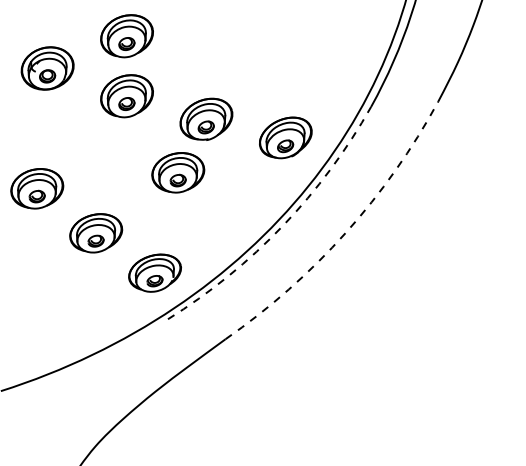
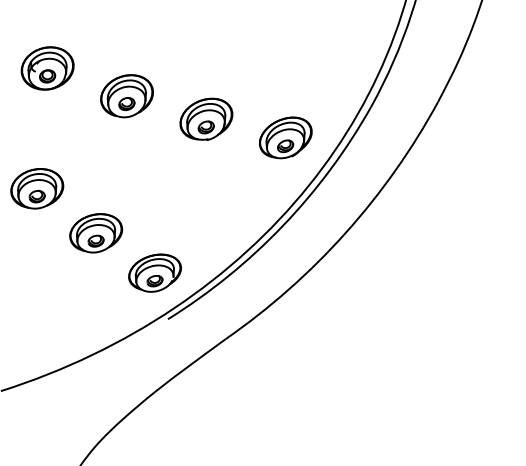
part at (126, 36): present -> none
part at (178, 172): present -> none
arc at (282, 225): dashed -> solid
arc at (345, 232): dashed -> solid
